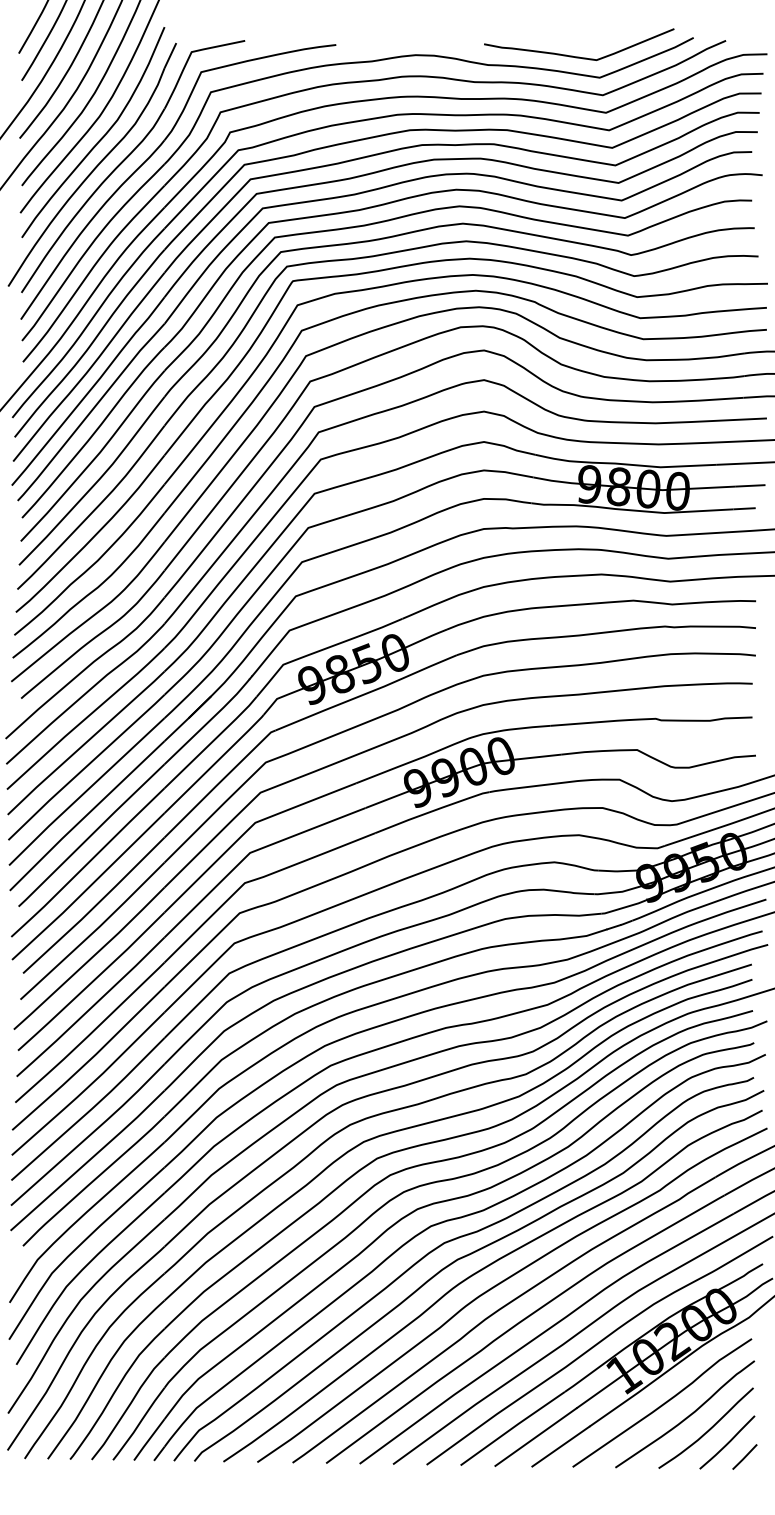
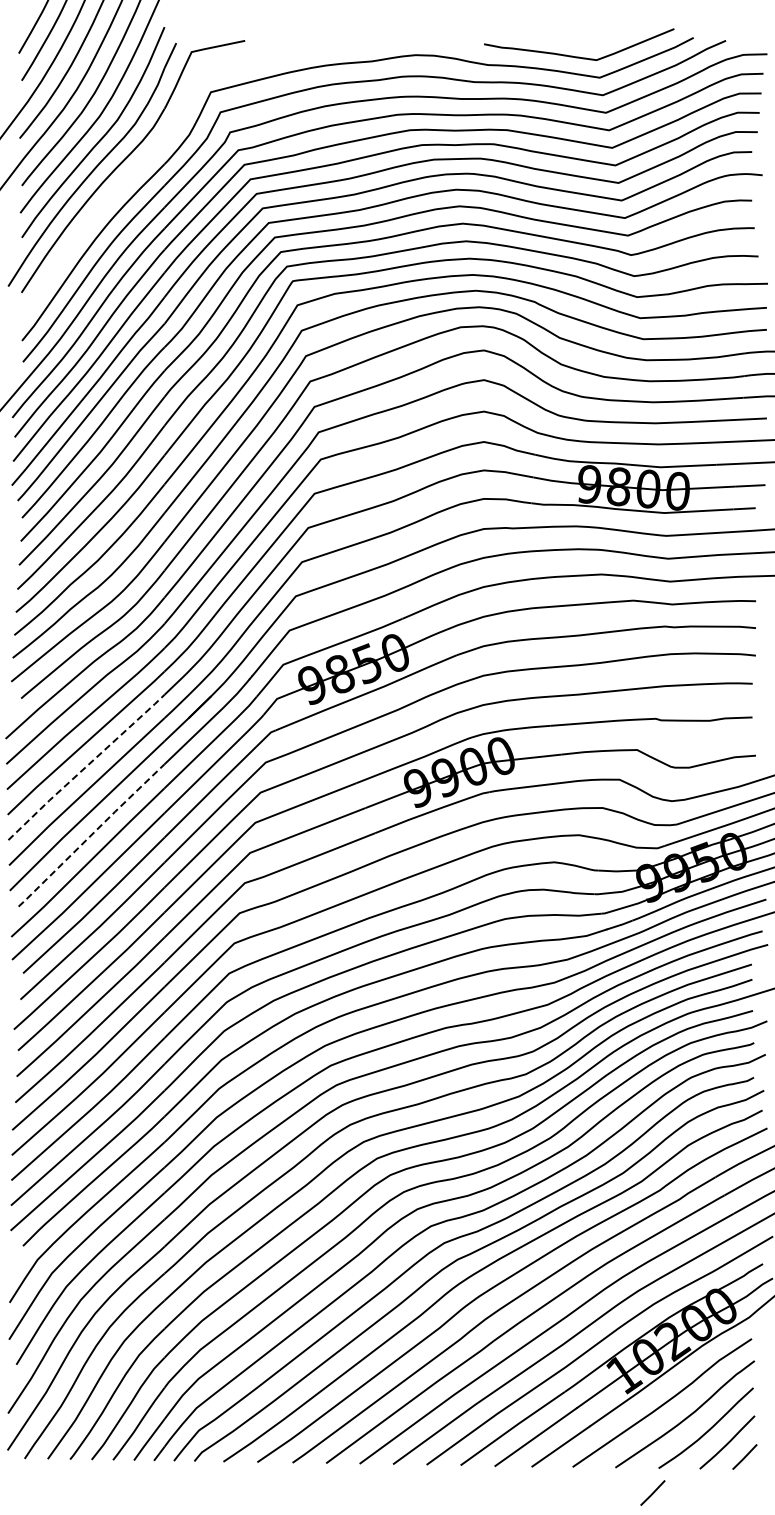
part at (152, 155): present -> none
line at (86, 766): solid -> dashed
line at (91, 835): solid -> dashed
line at (652, 1492): none -> present
